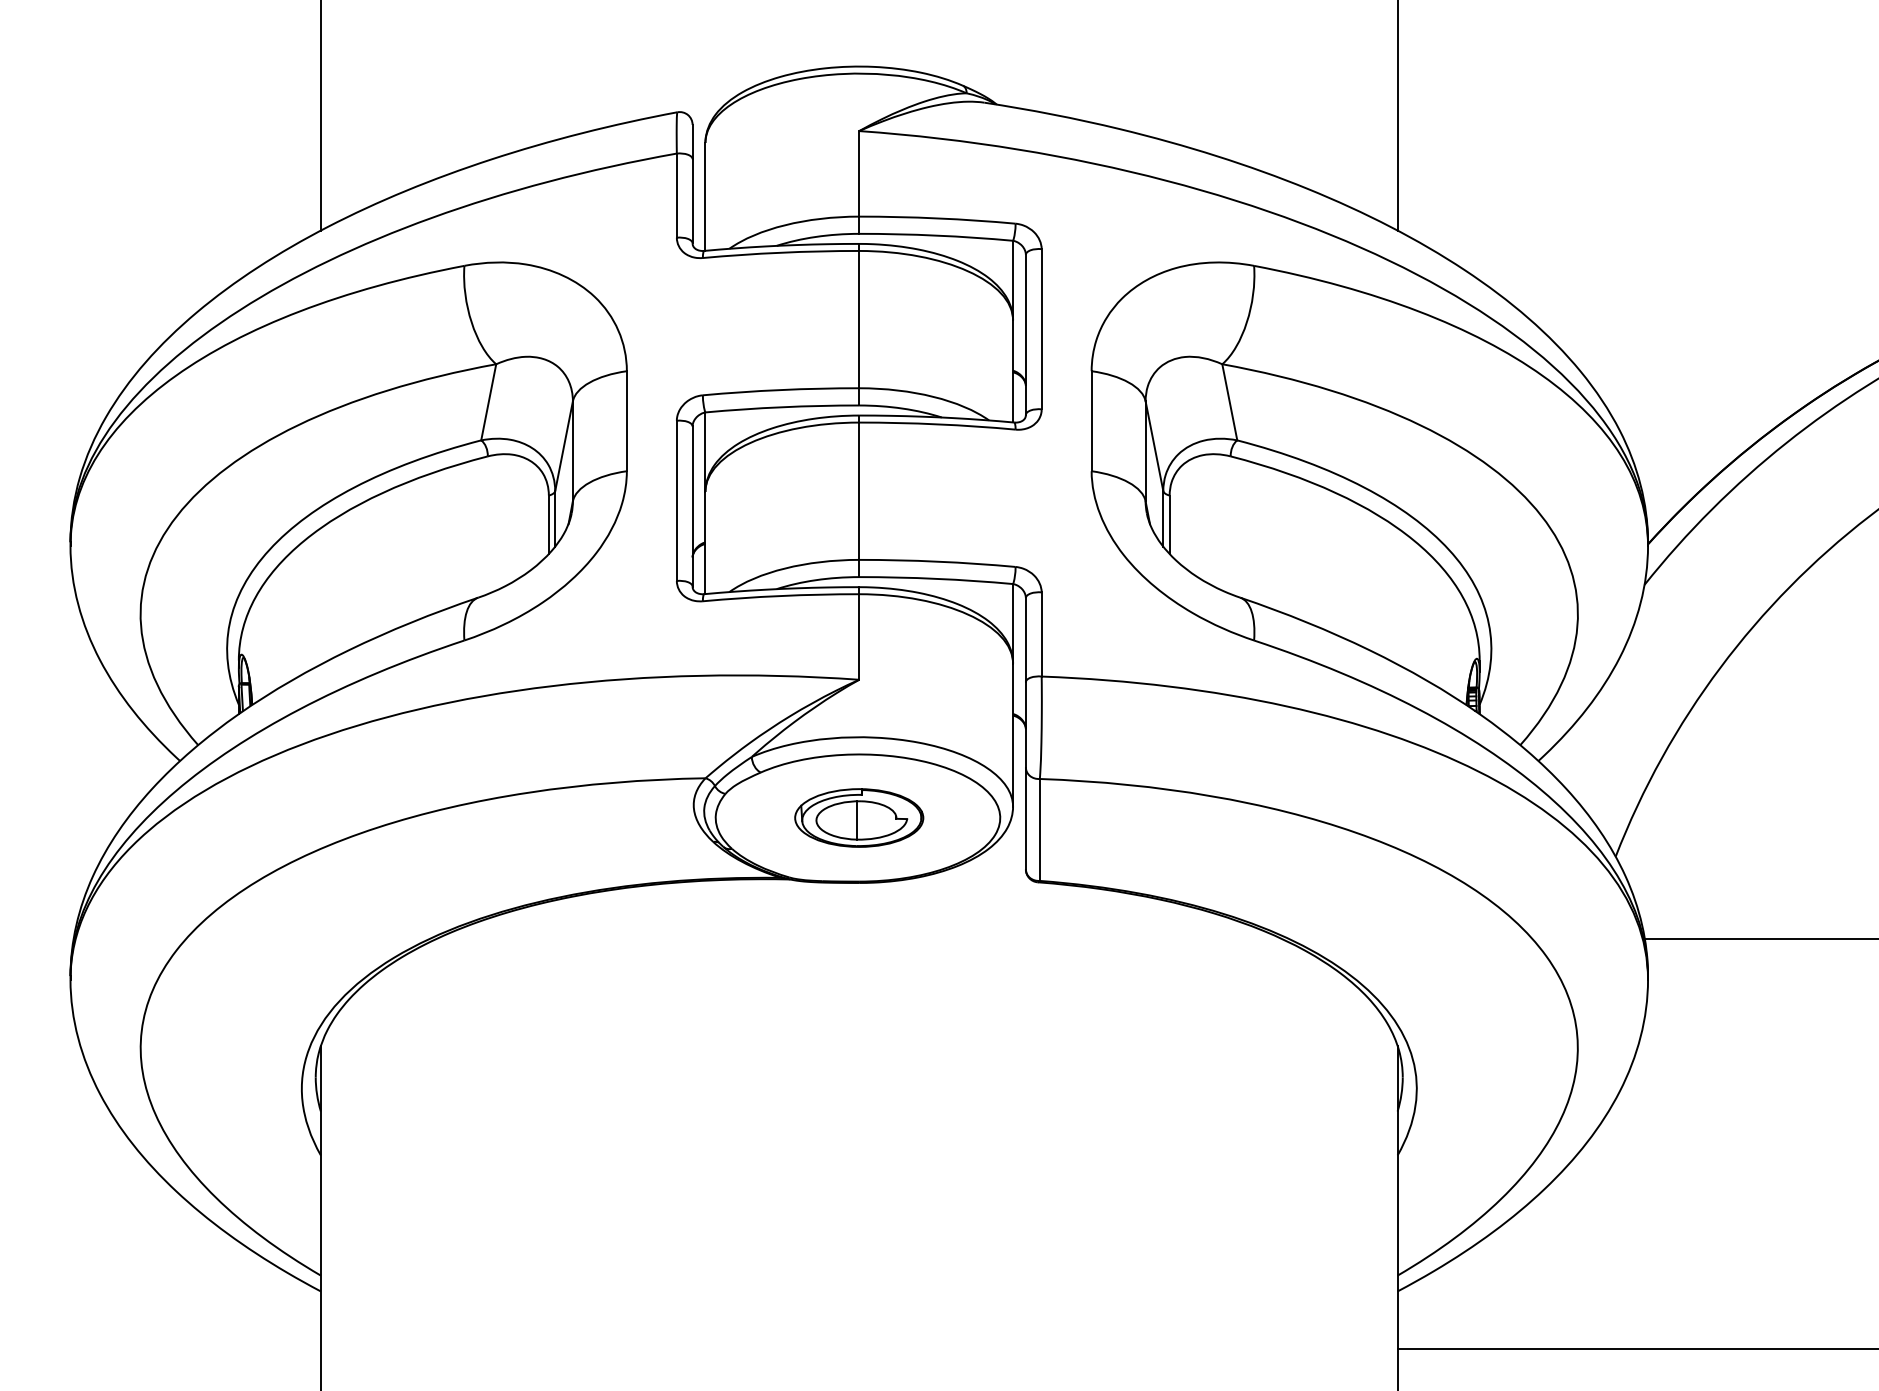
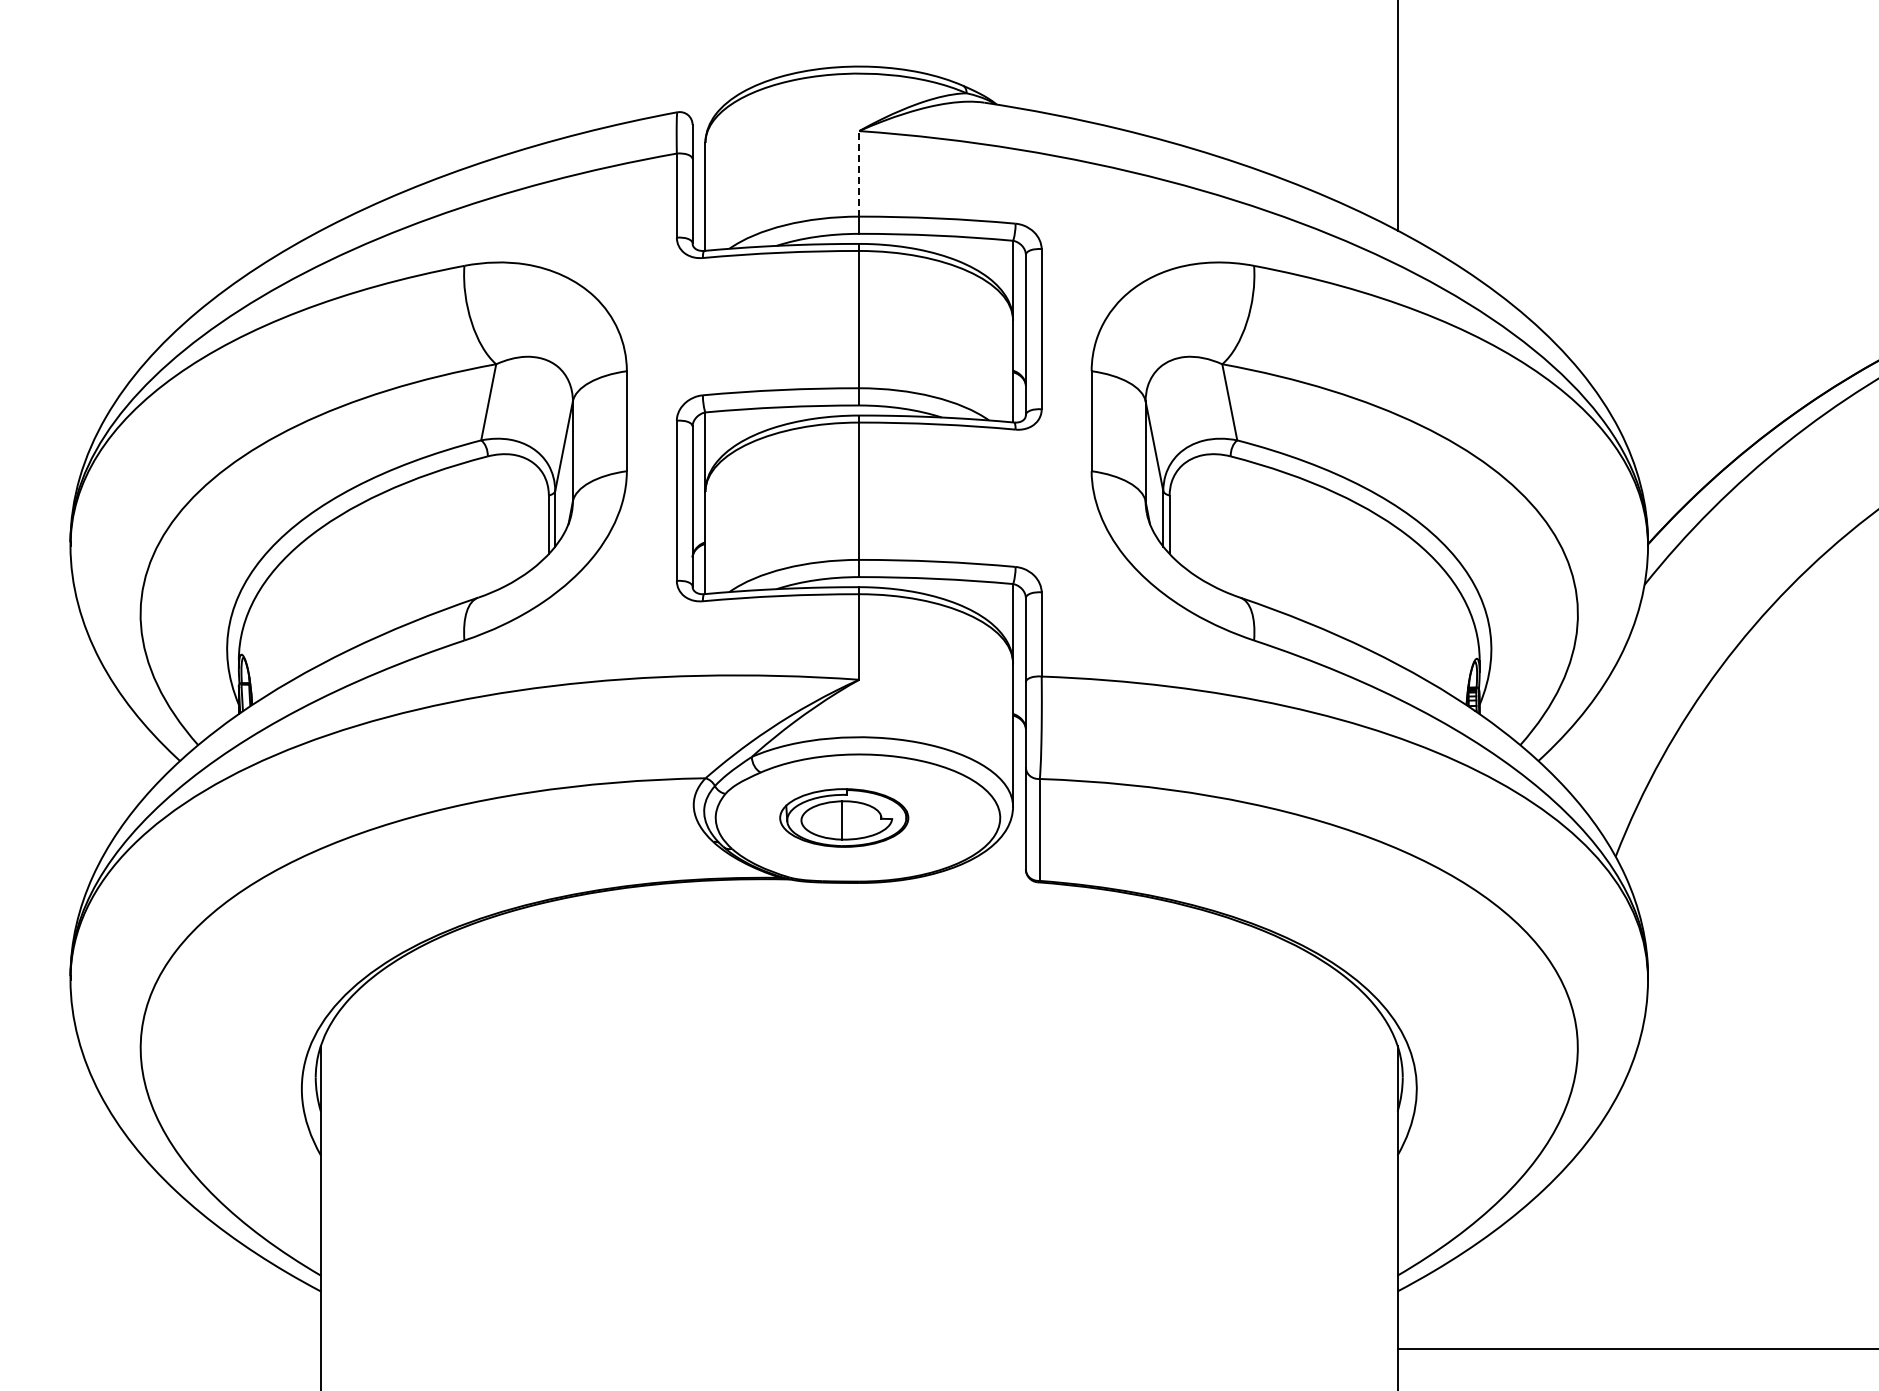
line at (320, 116): present -> none
line at (859, 173): solid -> dashed
part at (859, 817) position: (859, 817) -> (844, 817)
line at (1759, 939): present -> none
